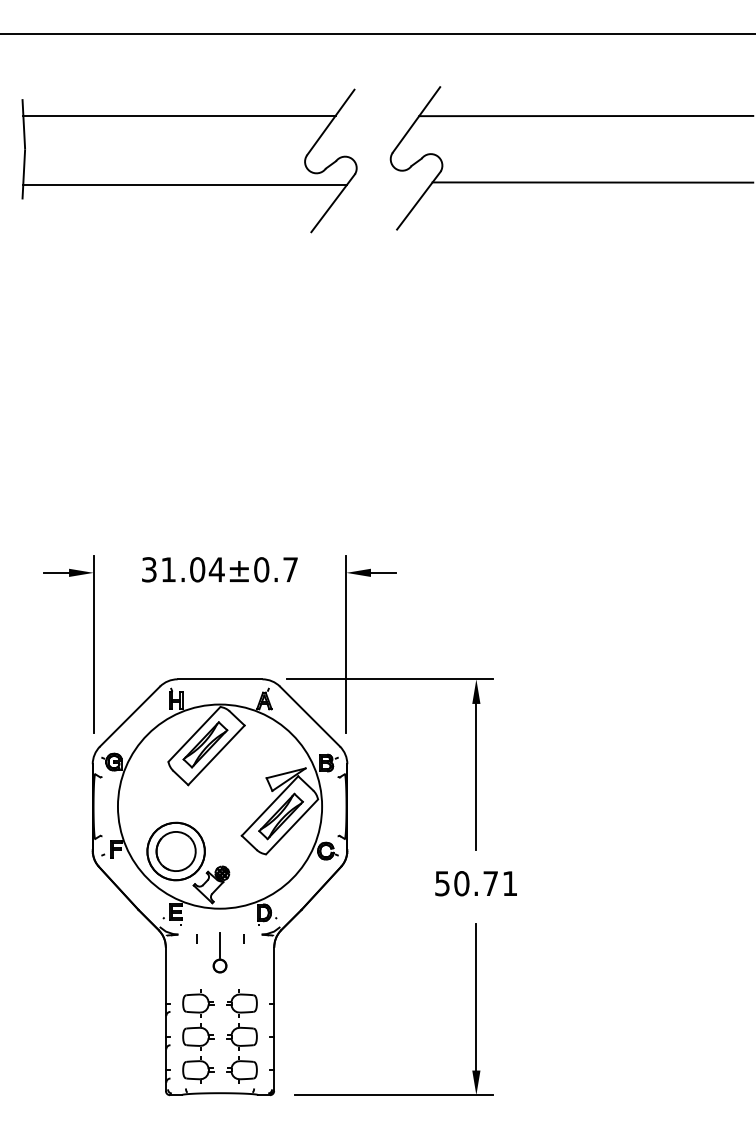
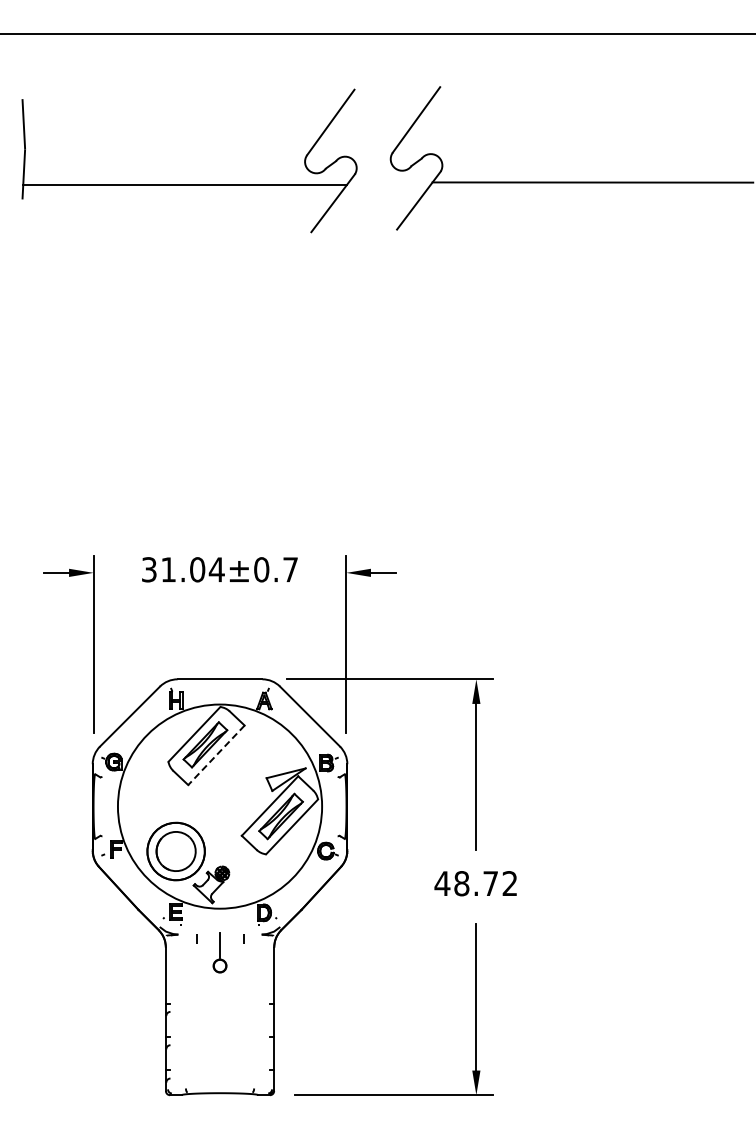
line at (179, 115): present -> none
line at (585, 115): present -> none
line at (216, 755): solid -> dashed
text at (475, 883): 50.71 -> 48.72
part at (198, 1036): present -> none
part at (241, 1036): present -> none
